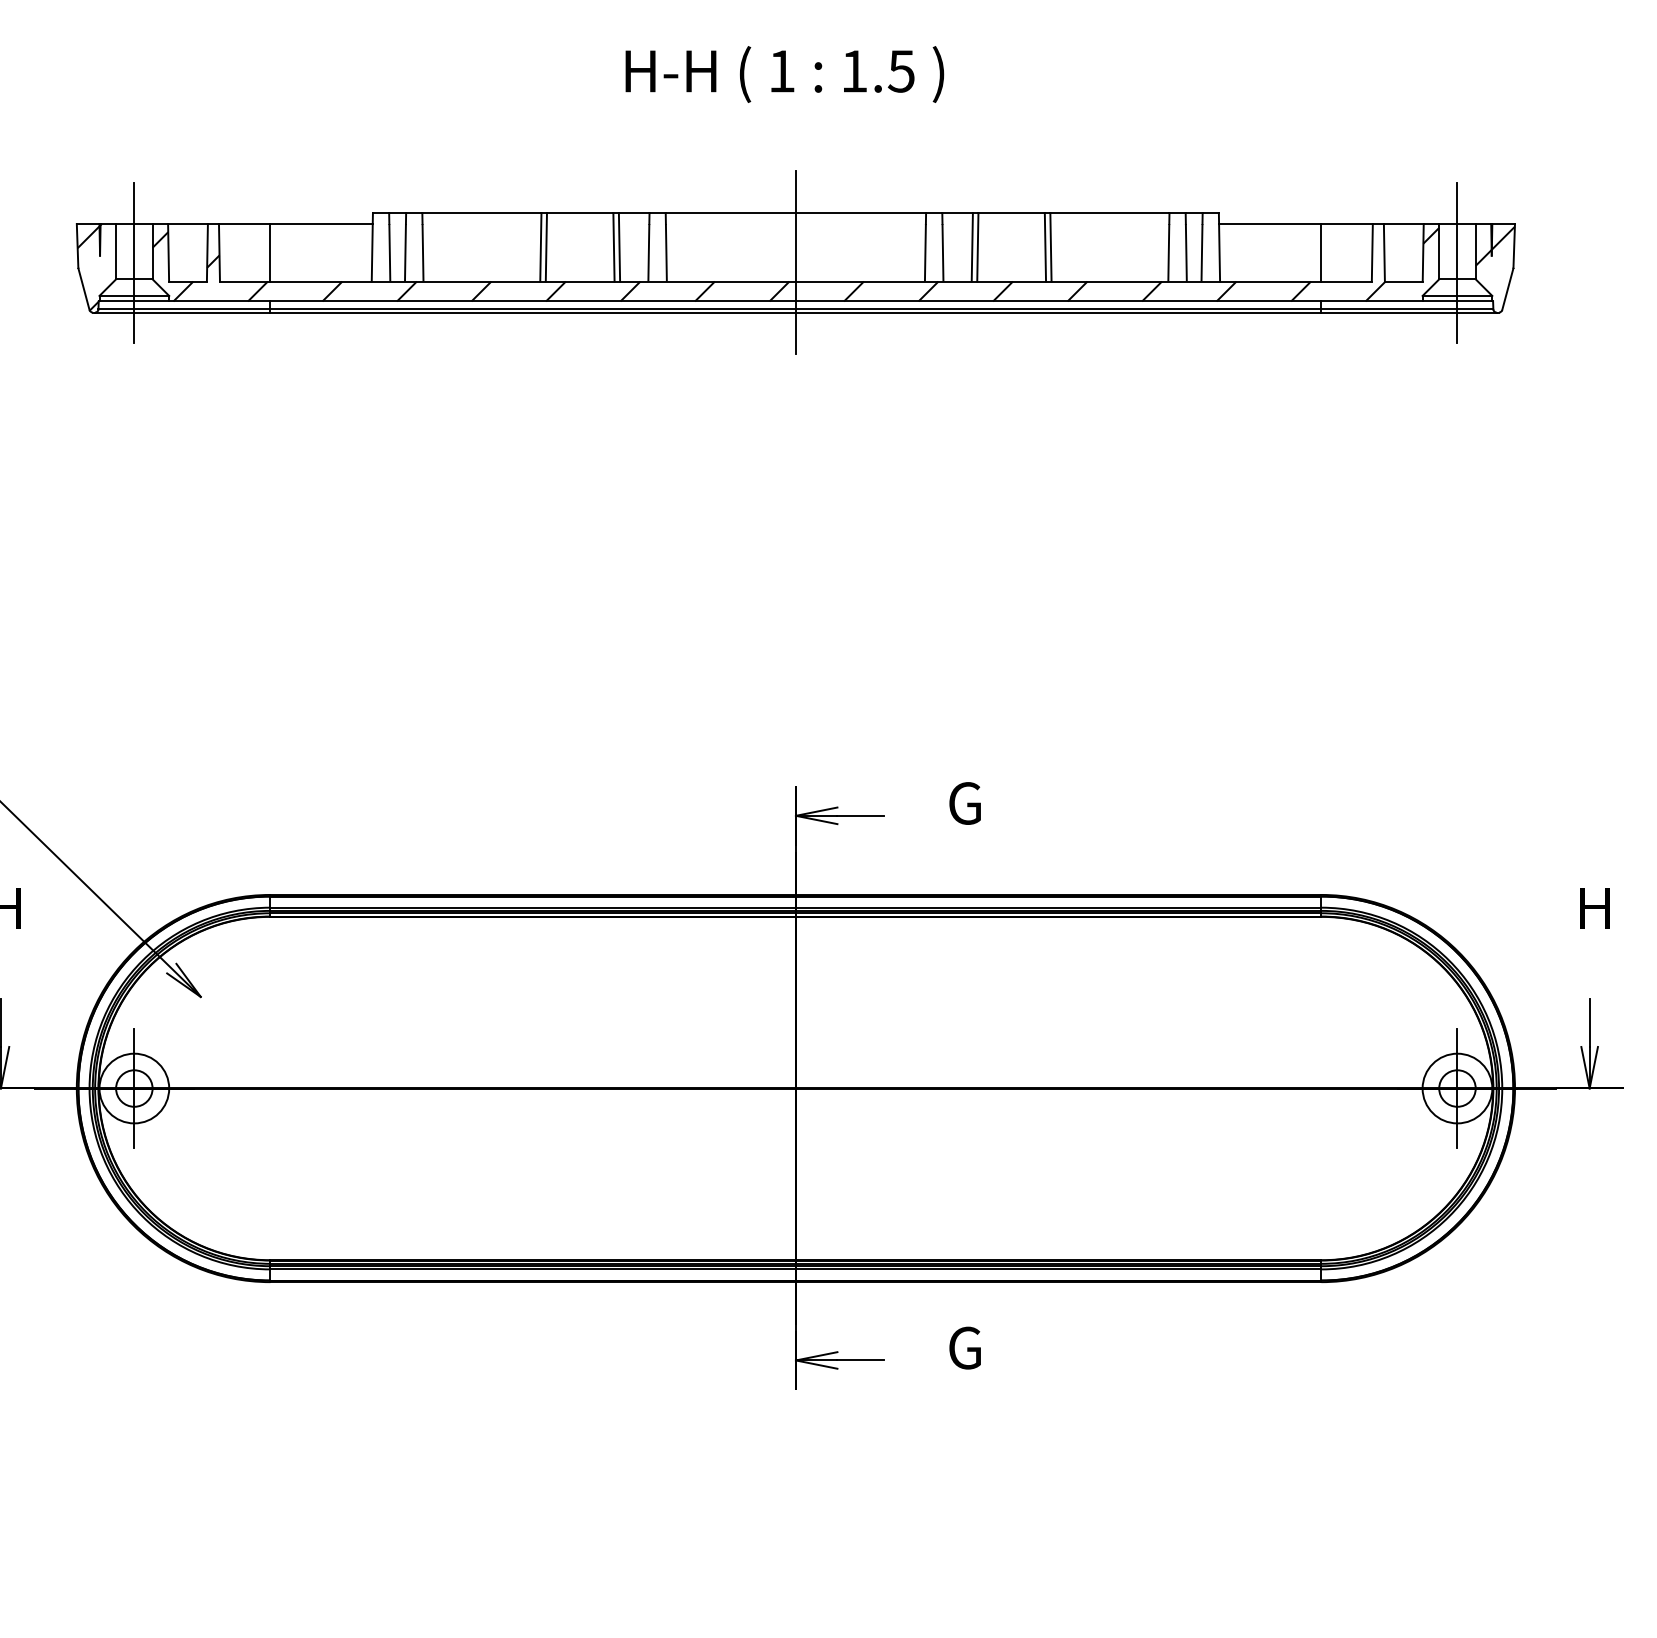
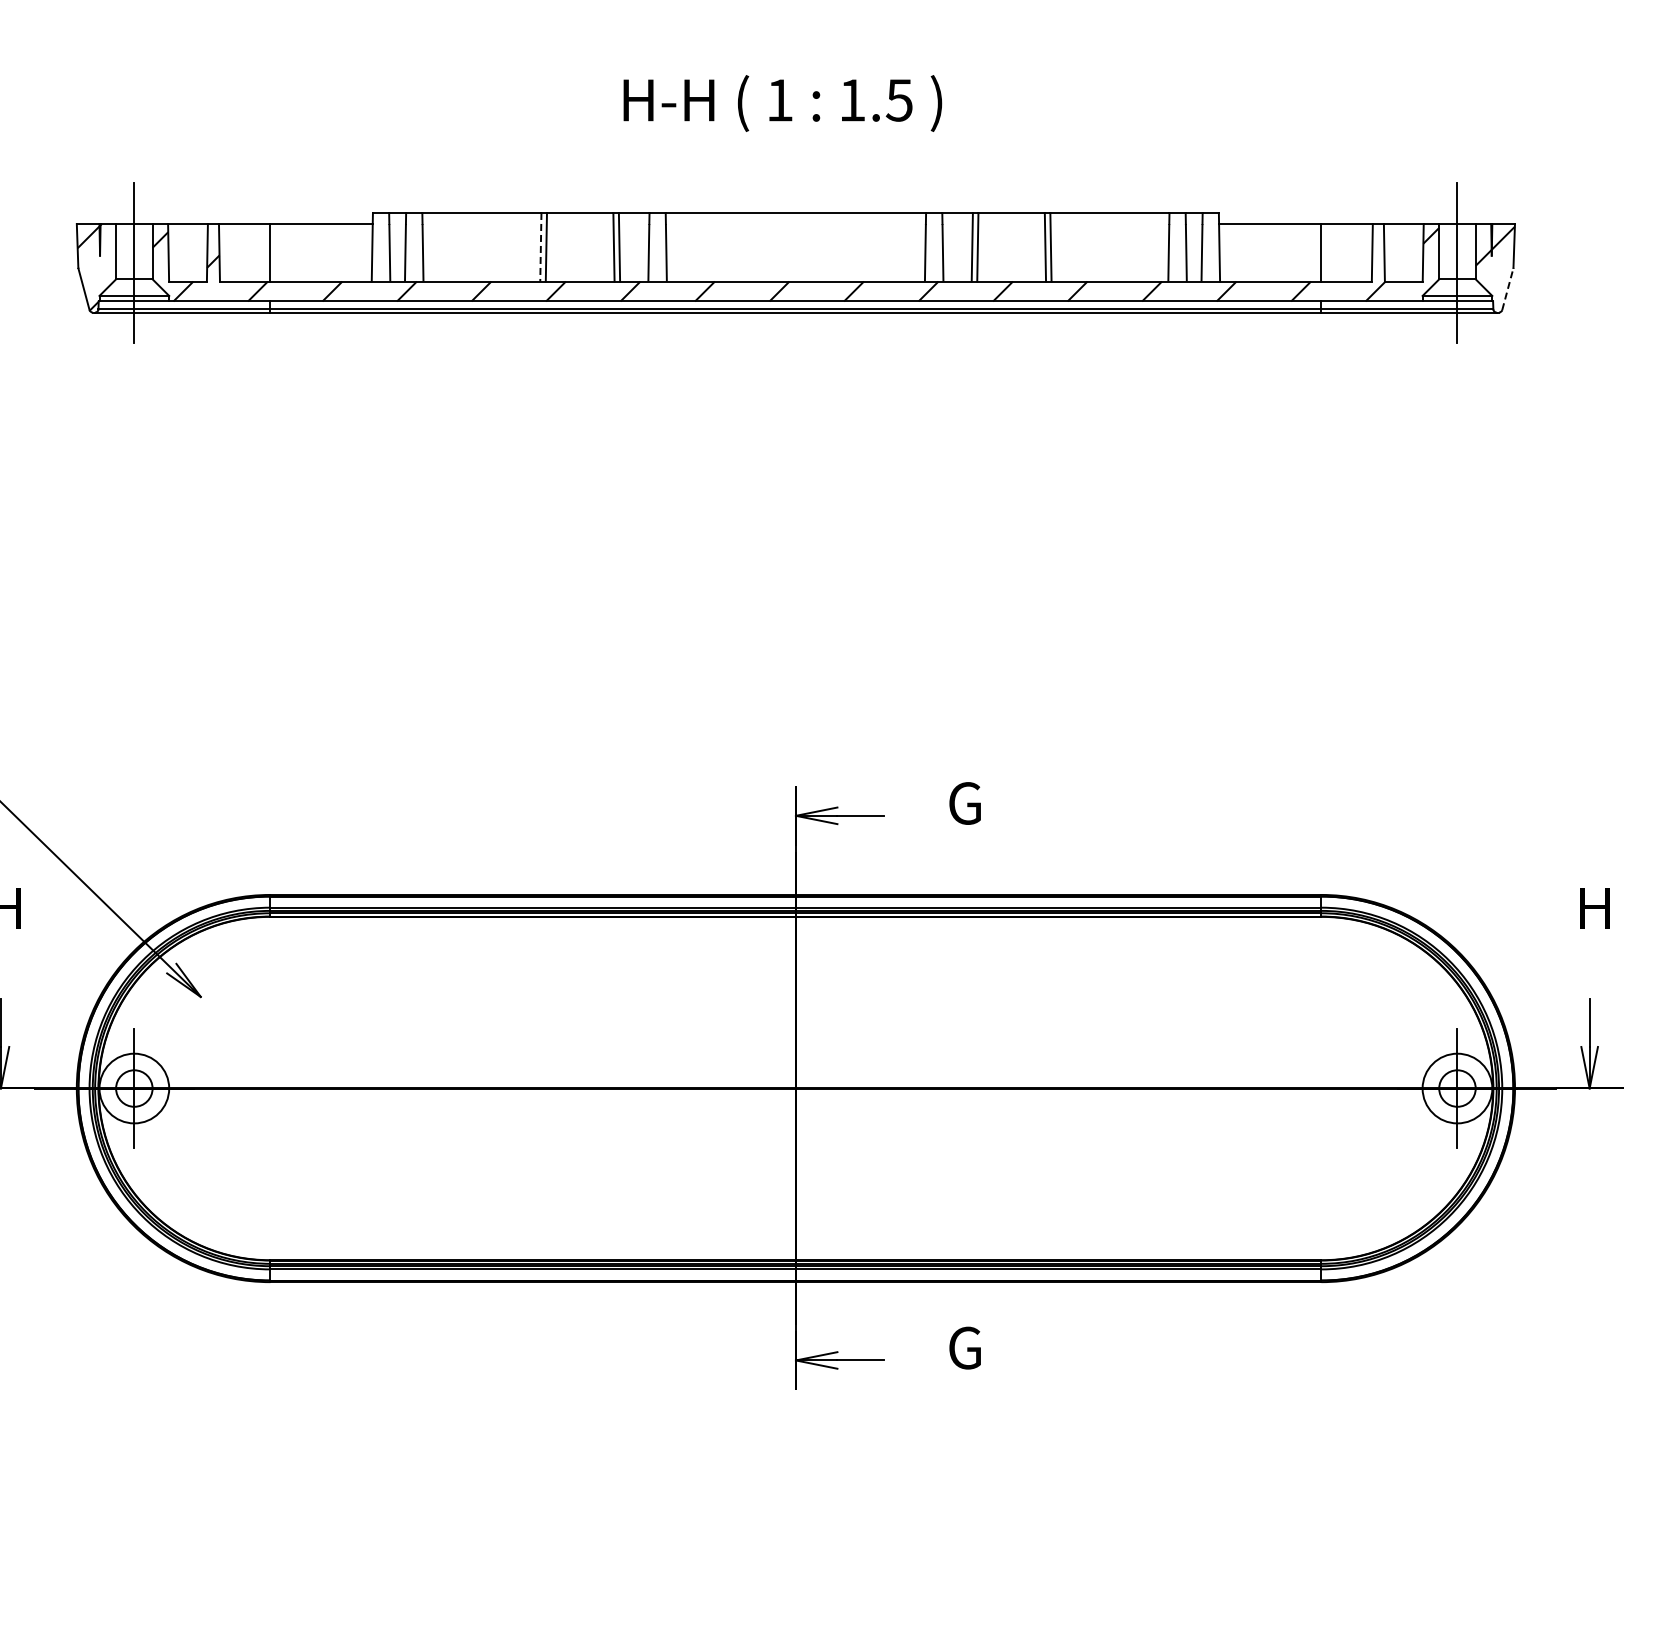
text at (784, 74) position: (784, 74) -> (782, 103)
line at (540, 247): solid -> dashed
line at (795, 262): present -> none
line at (1507, 288): solid -> dashed
